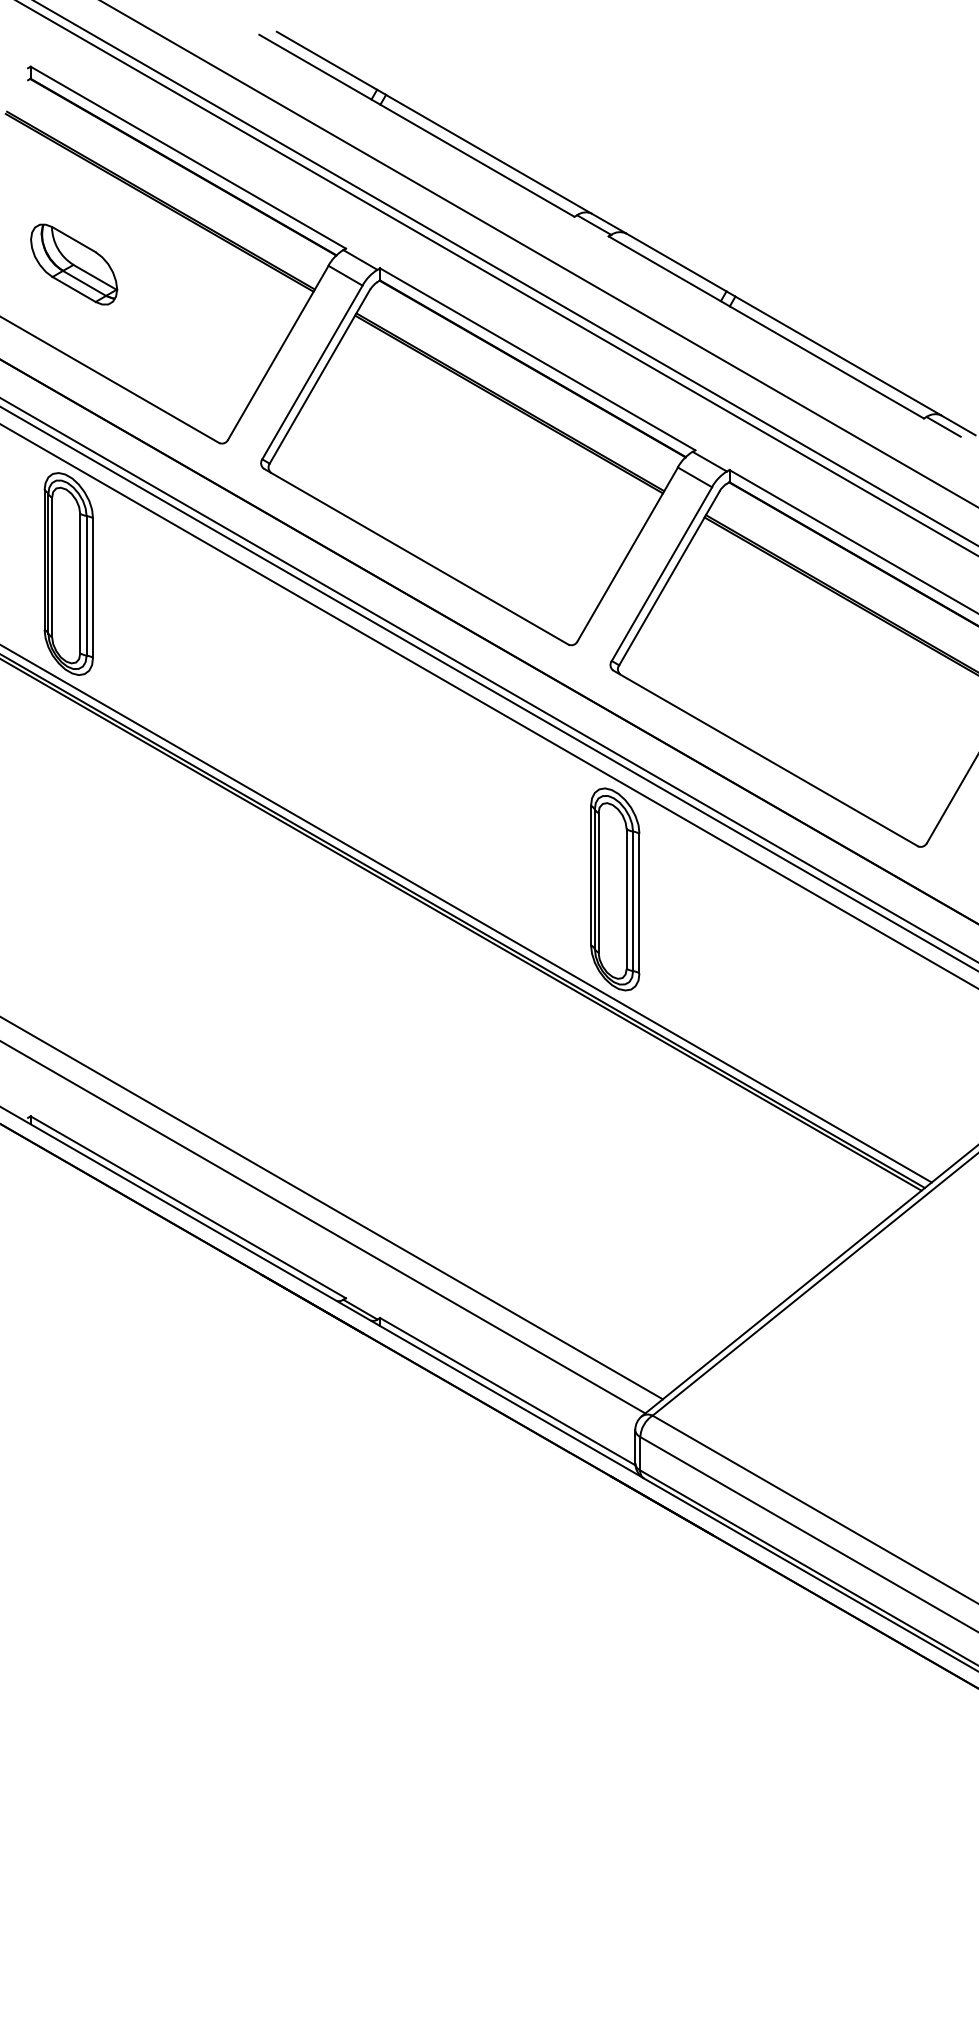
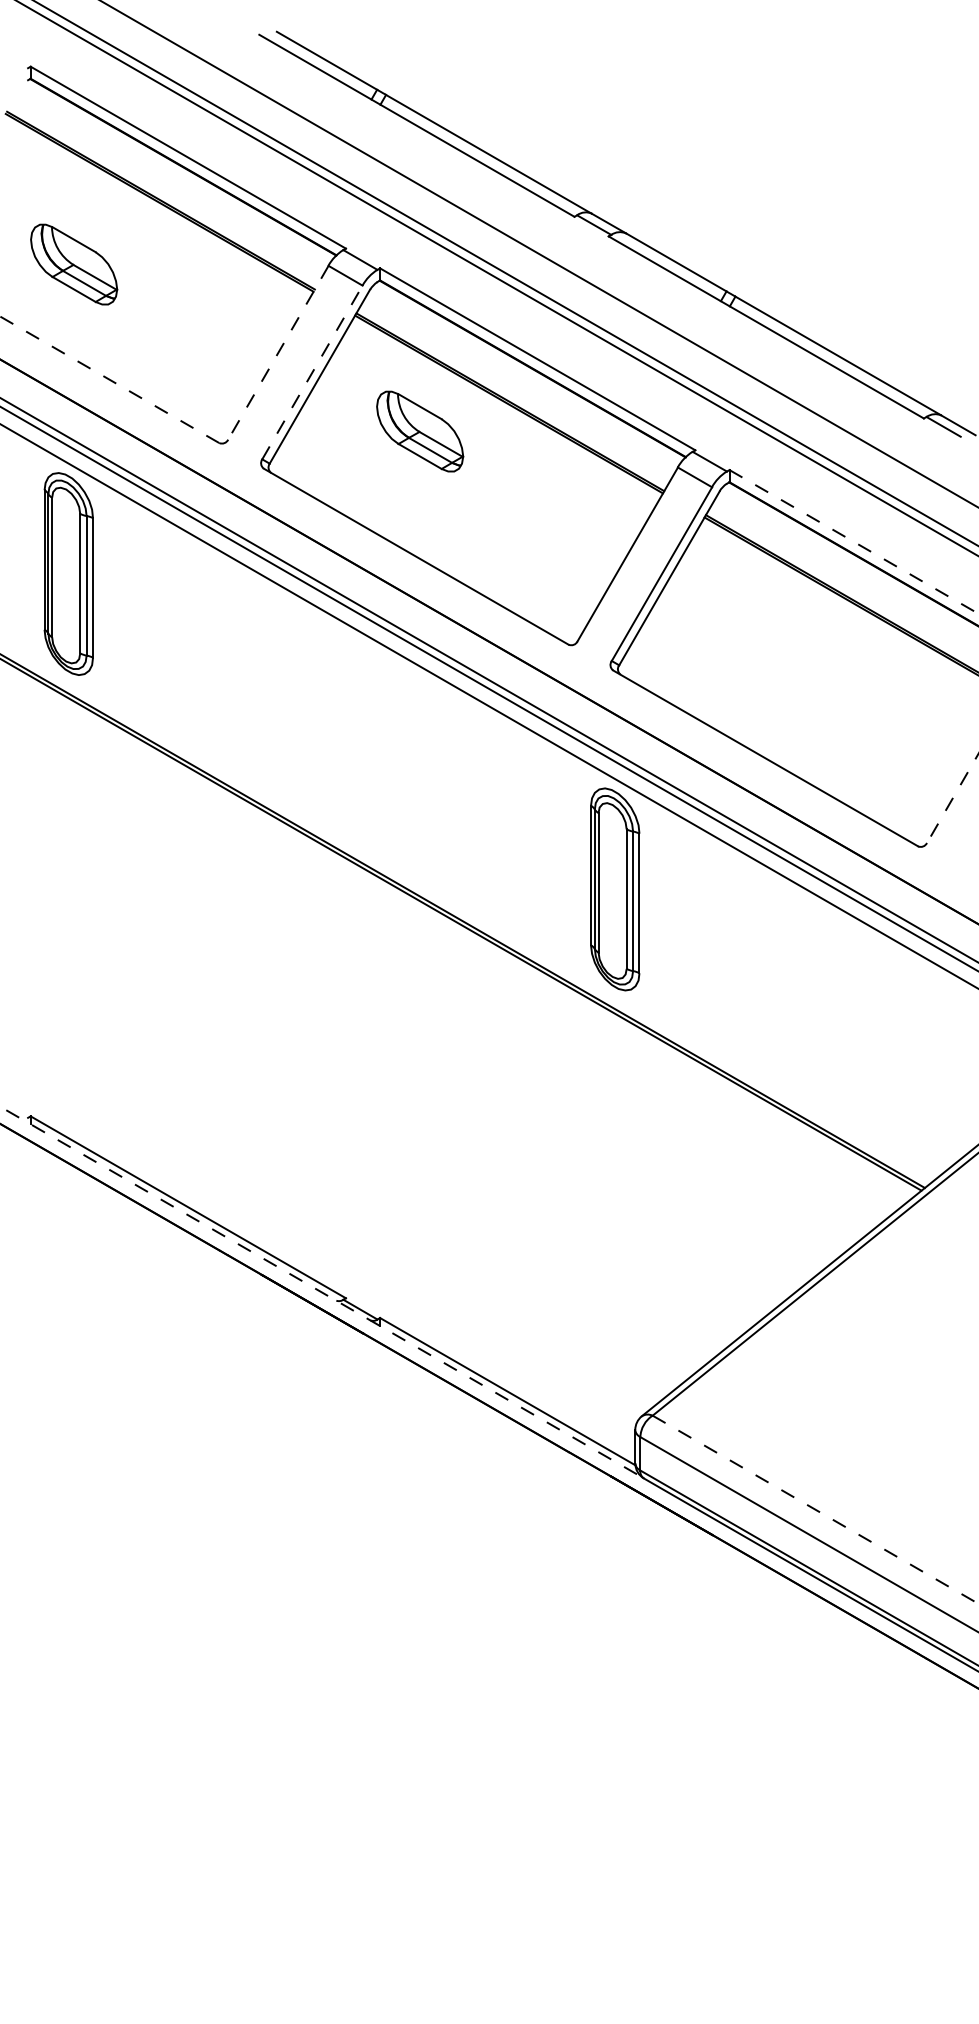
line at (278, 353): solid -> dashed
line at (312, 372): solid -> dashed
line at (109, 379): solid -> dashed
part at (420, 431): none -> present
line at (853, 541): solid -> dashed
line at (952, 798): solid -> dashed
line at (466, 913): present -> none
line at (332, 1208): present -> none
line at (323, 1227): present -> none
line at (321, 1292): solid -> dashed
line at (815, 1509): solid -> dashed
